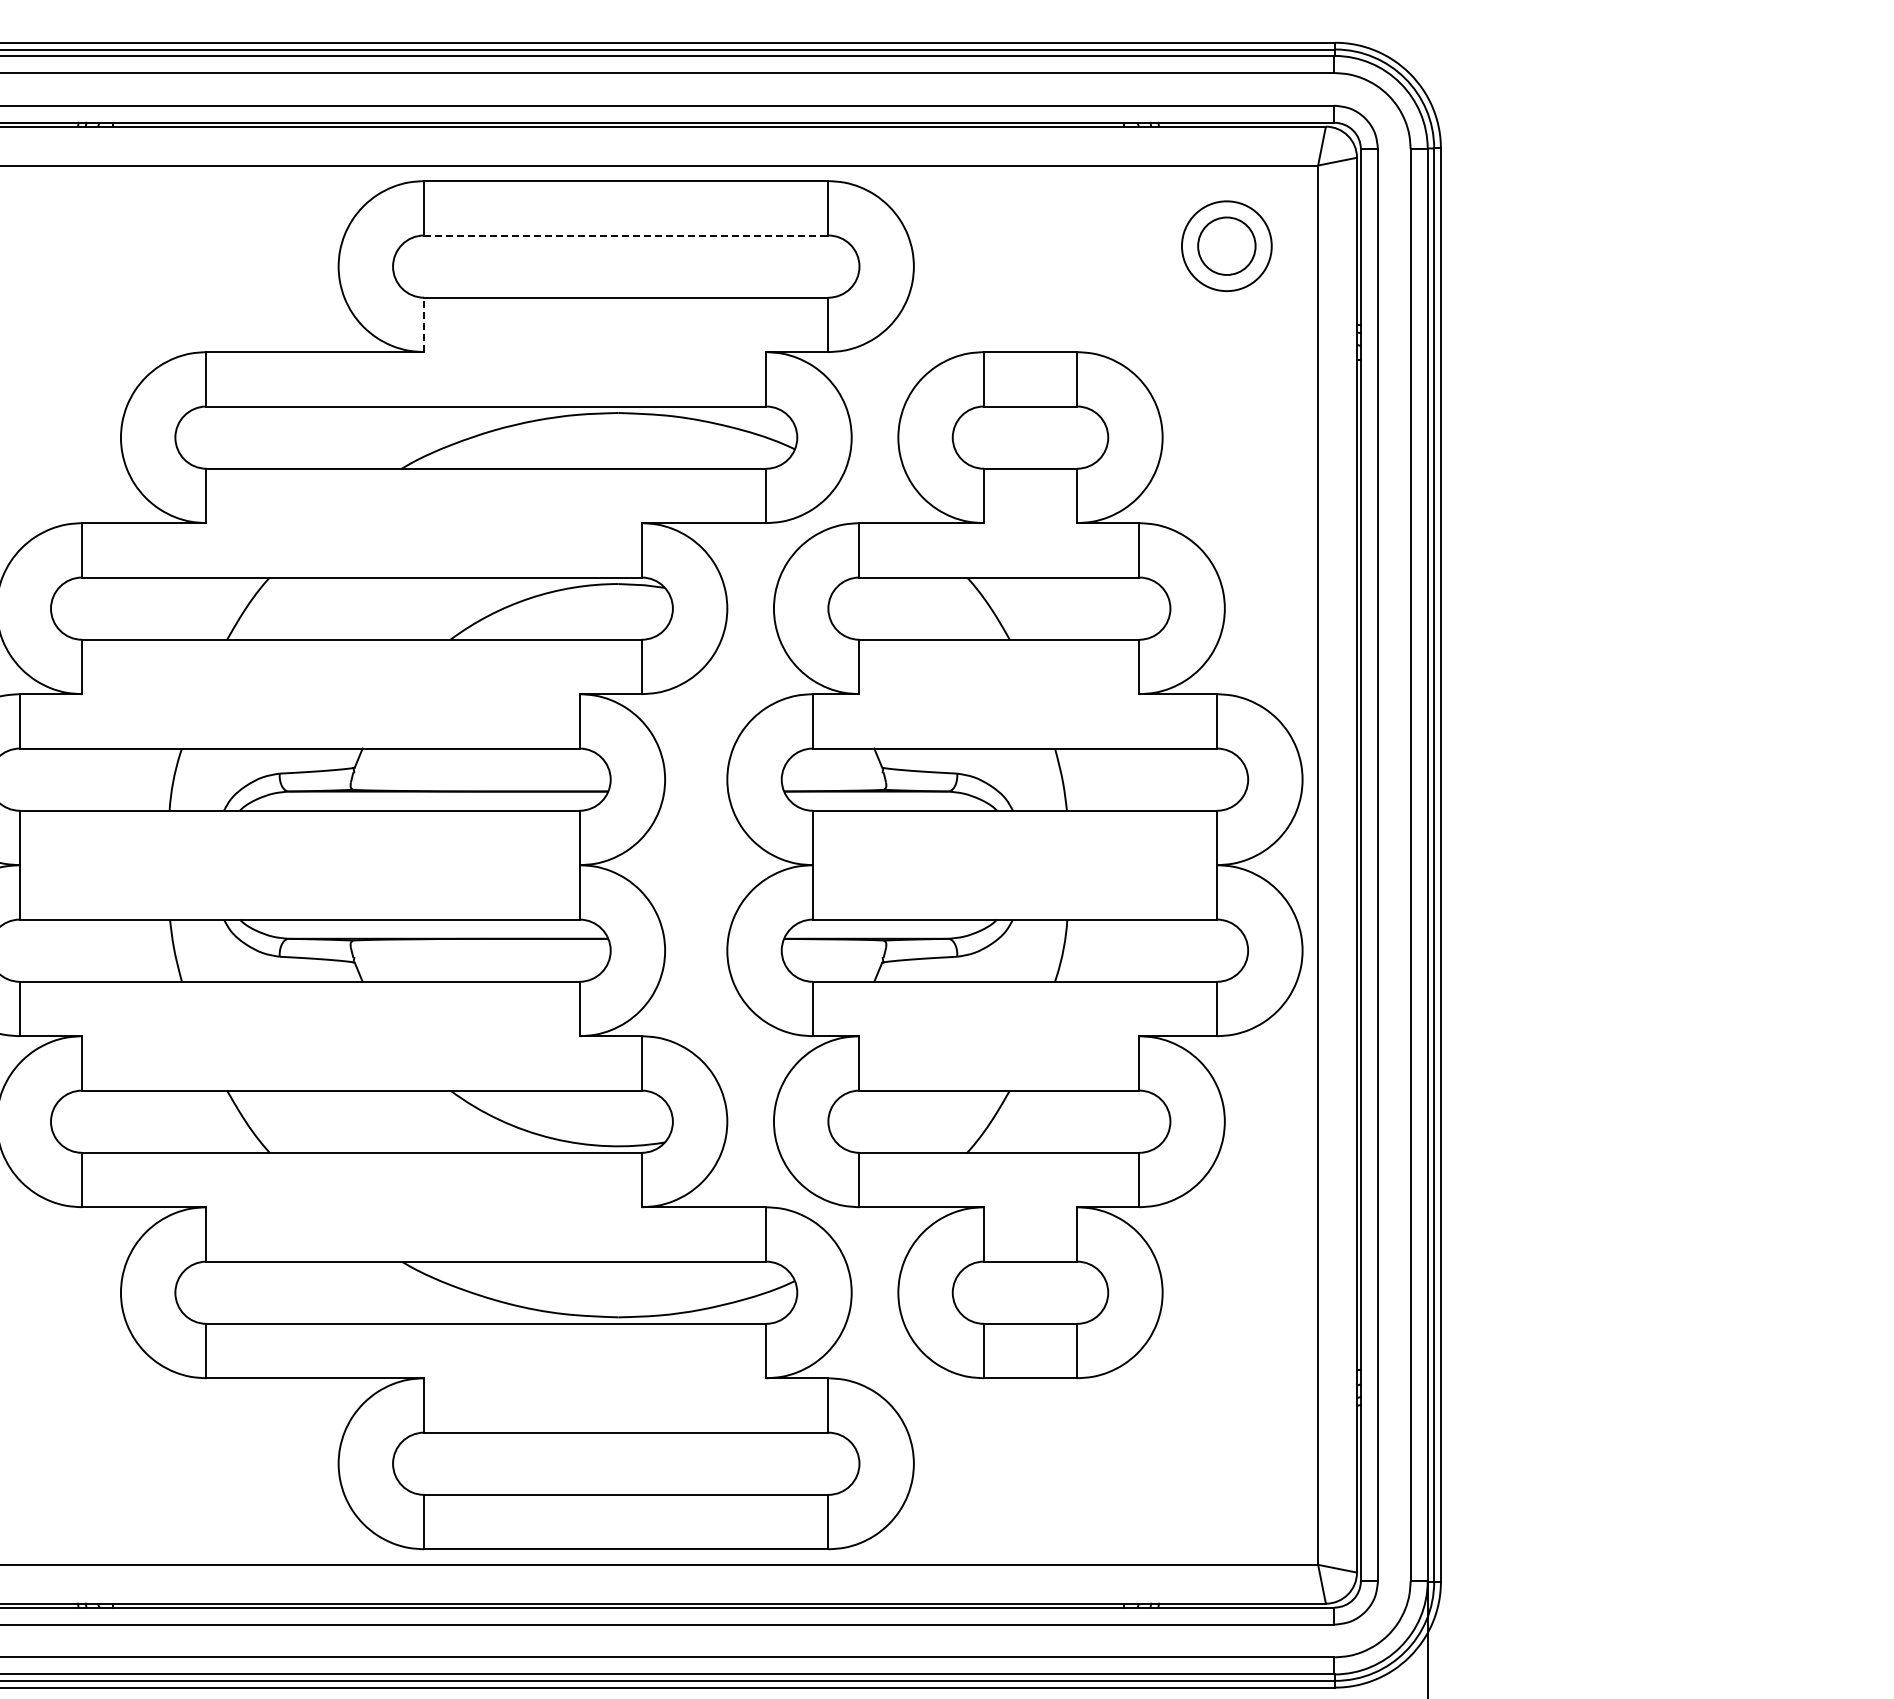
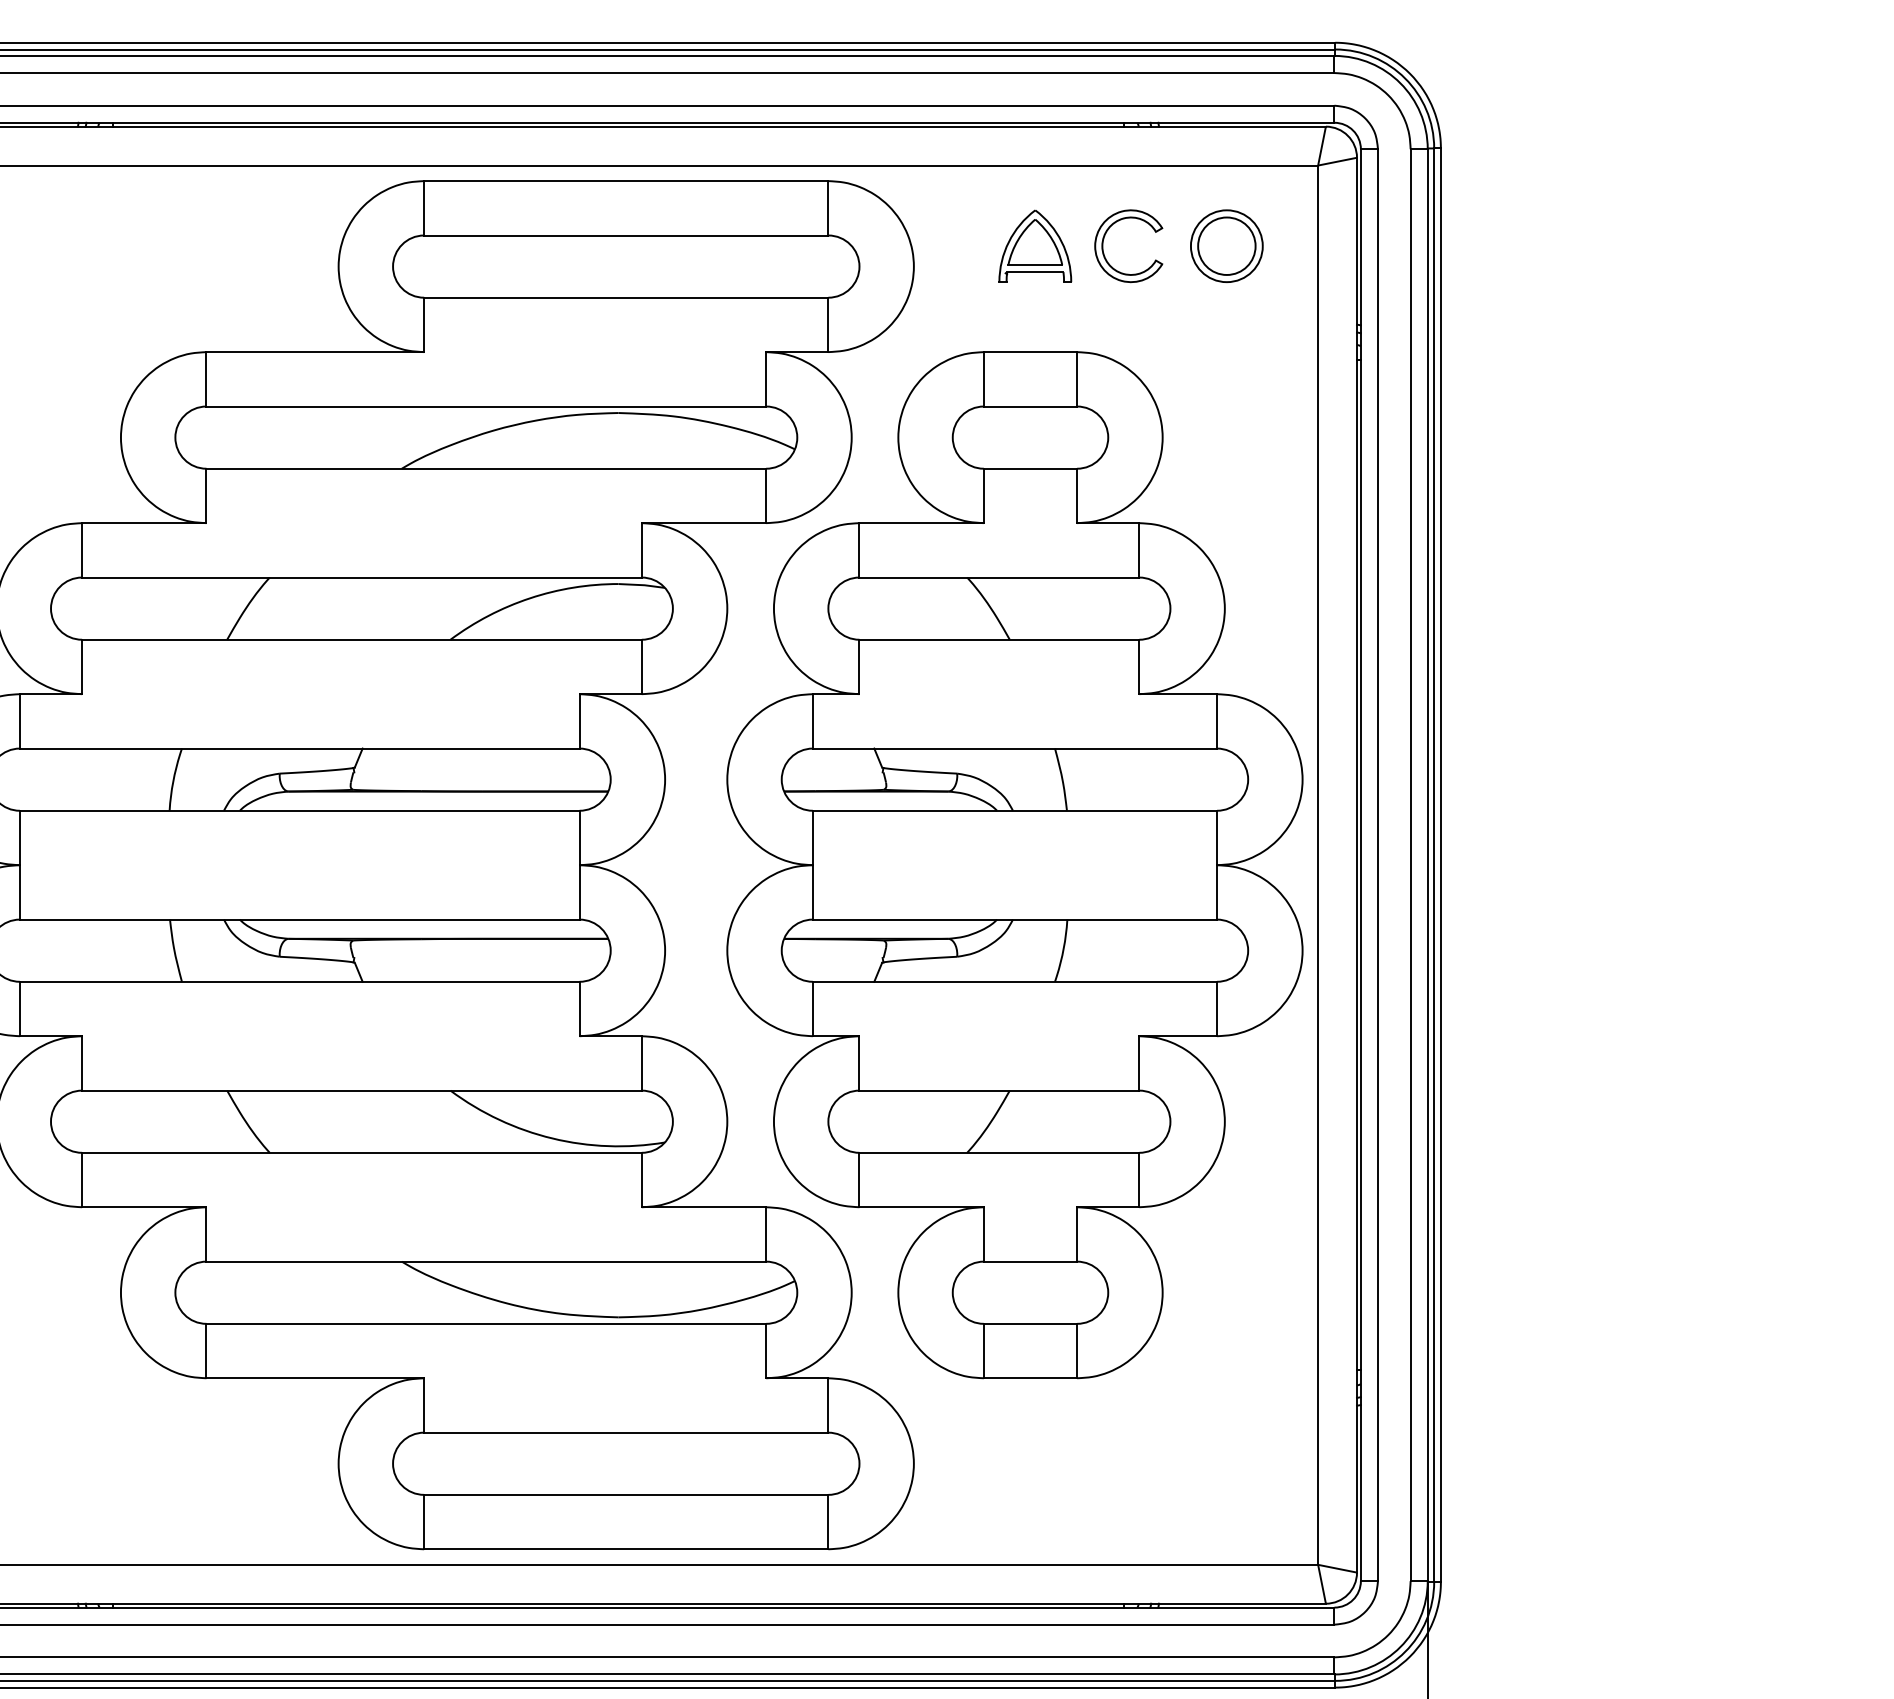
line at (626, 235): dashed -> solid
part at (1104, 239): none -> present
part at (1035, 245): none -> present
circle at (1226, 246) diameter: 90 px -> 72 px
line at (424, 324): dashed -> solid
